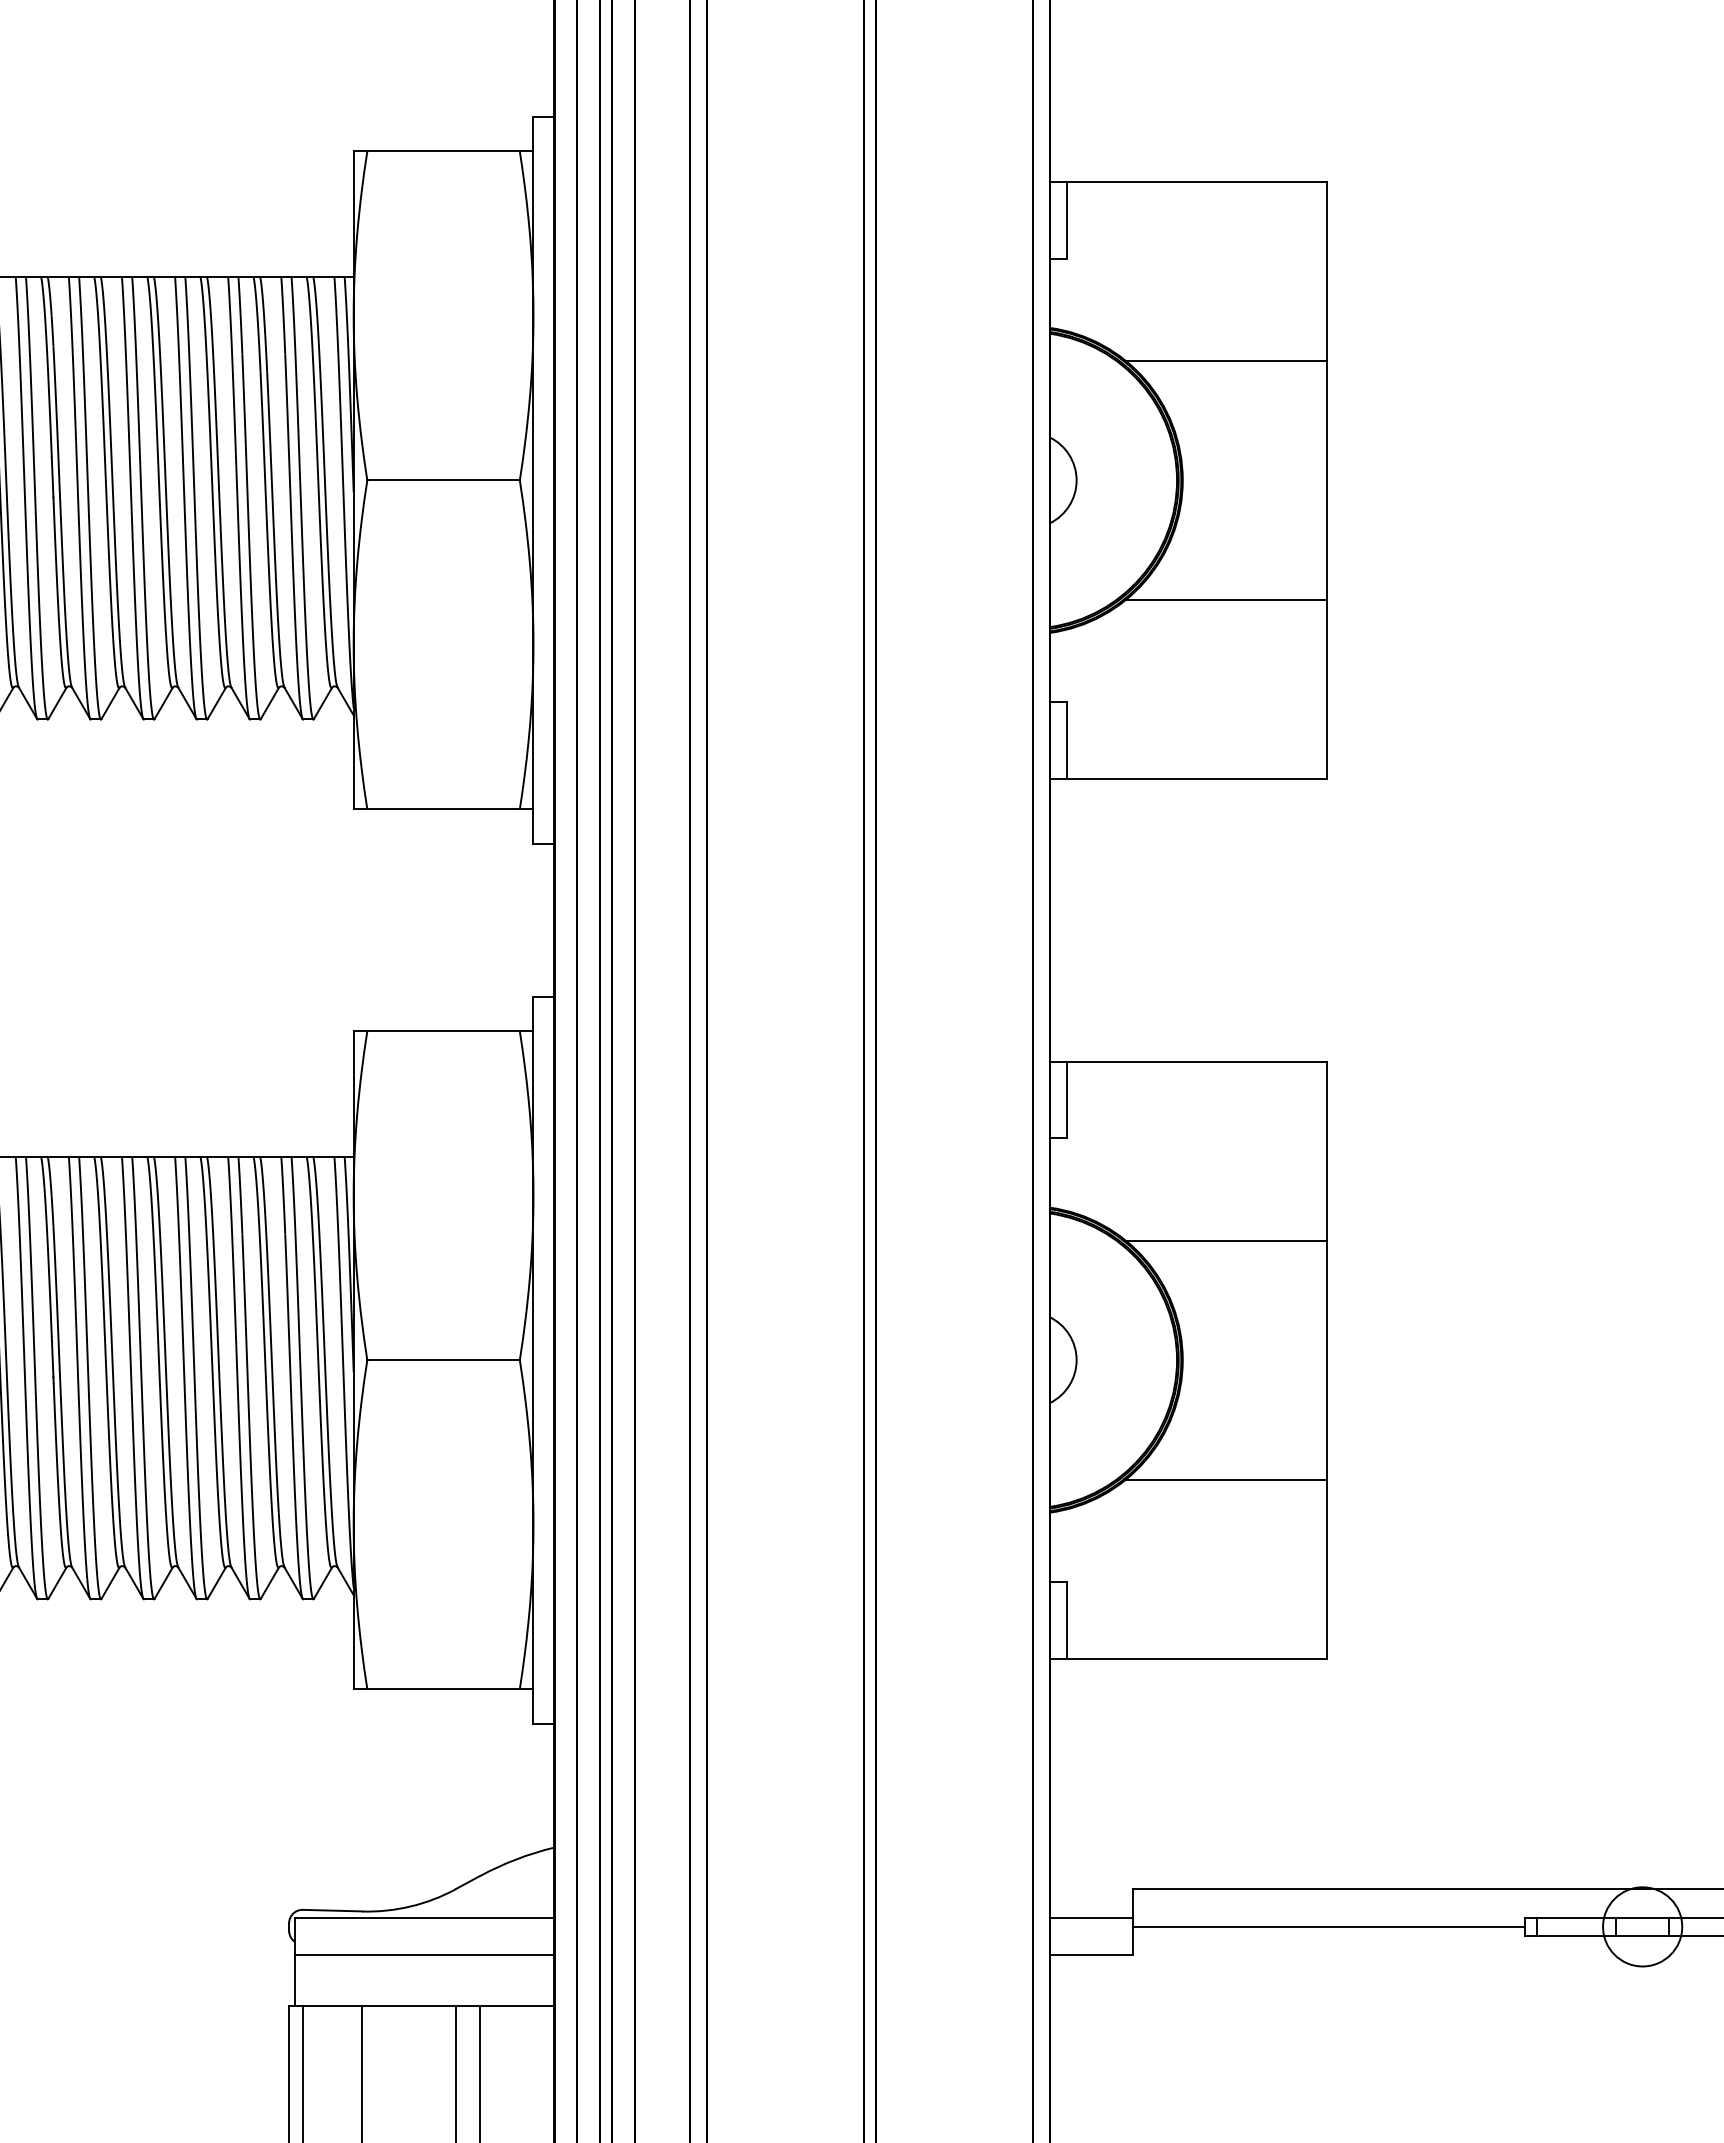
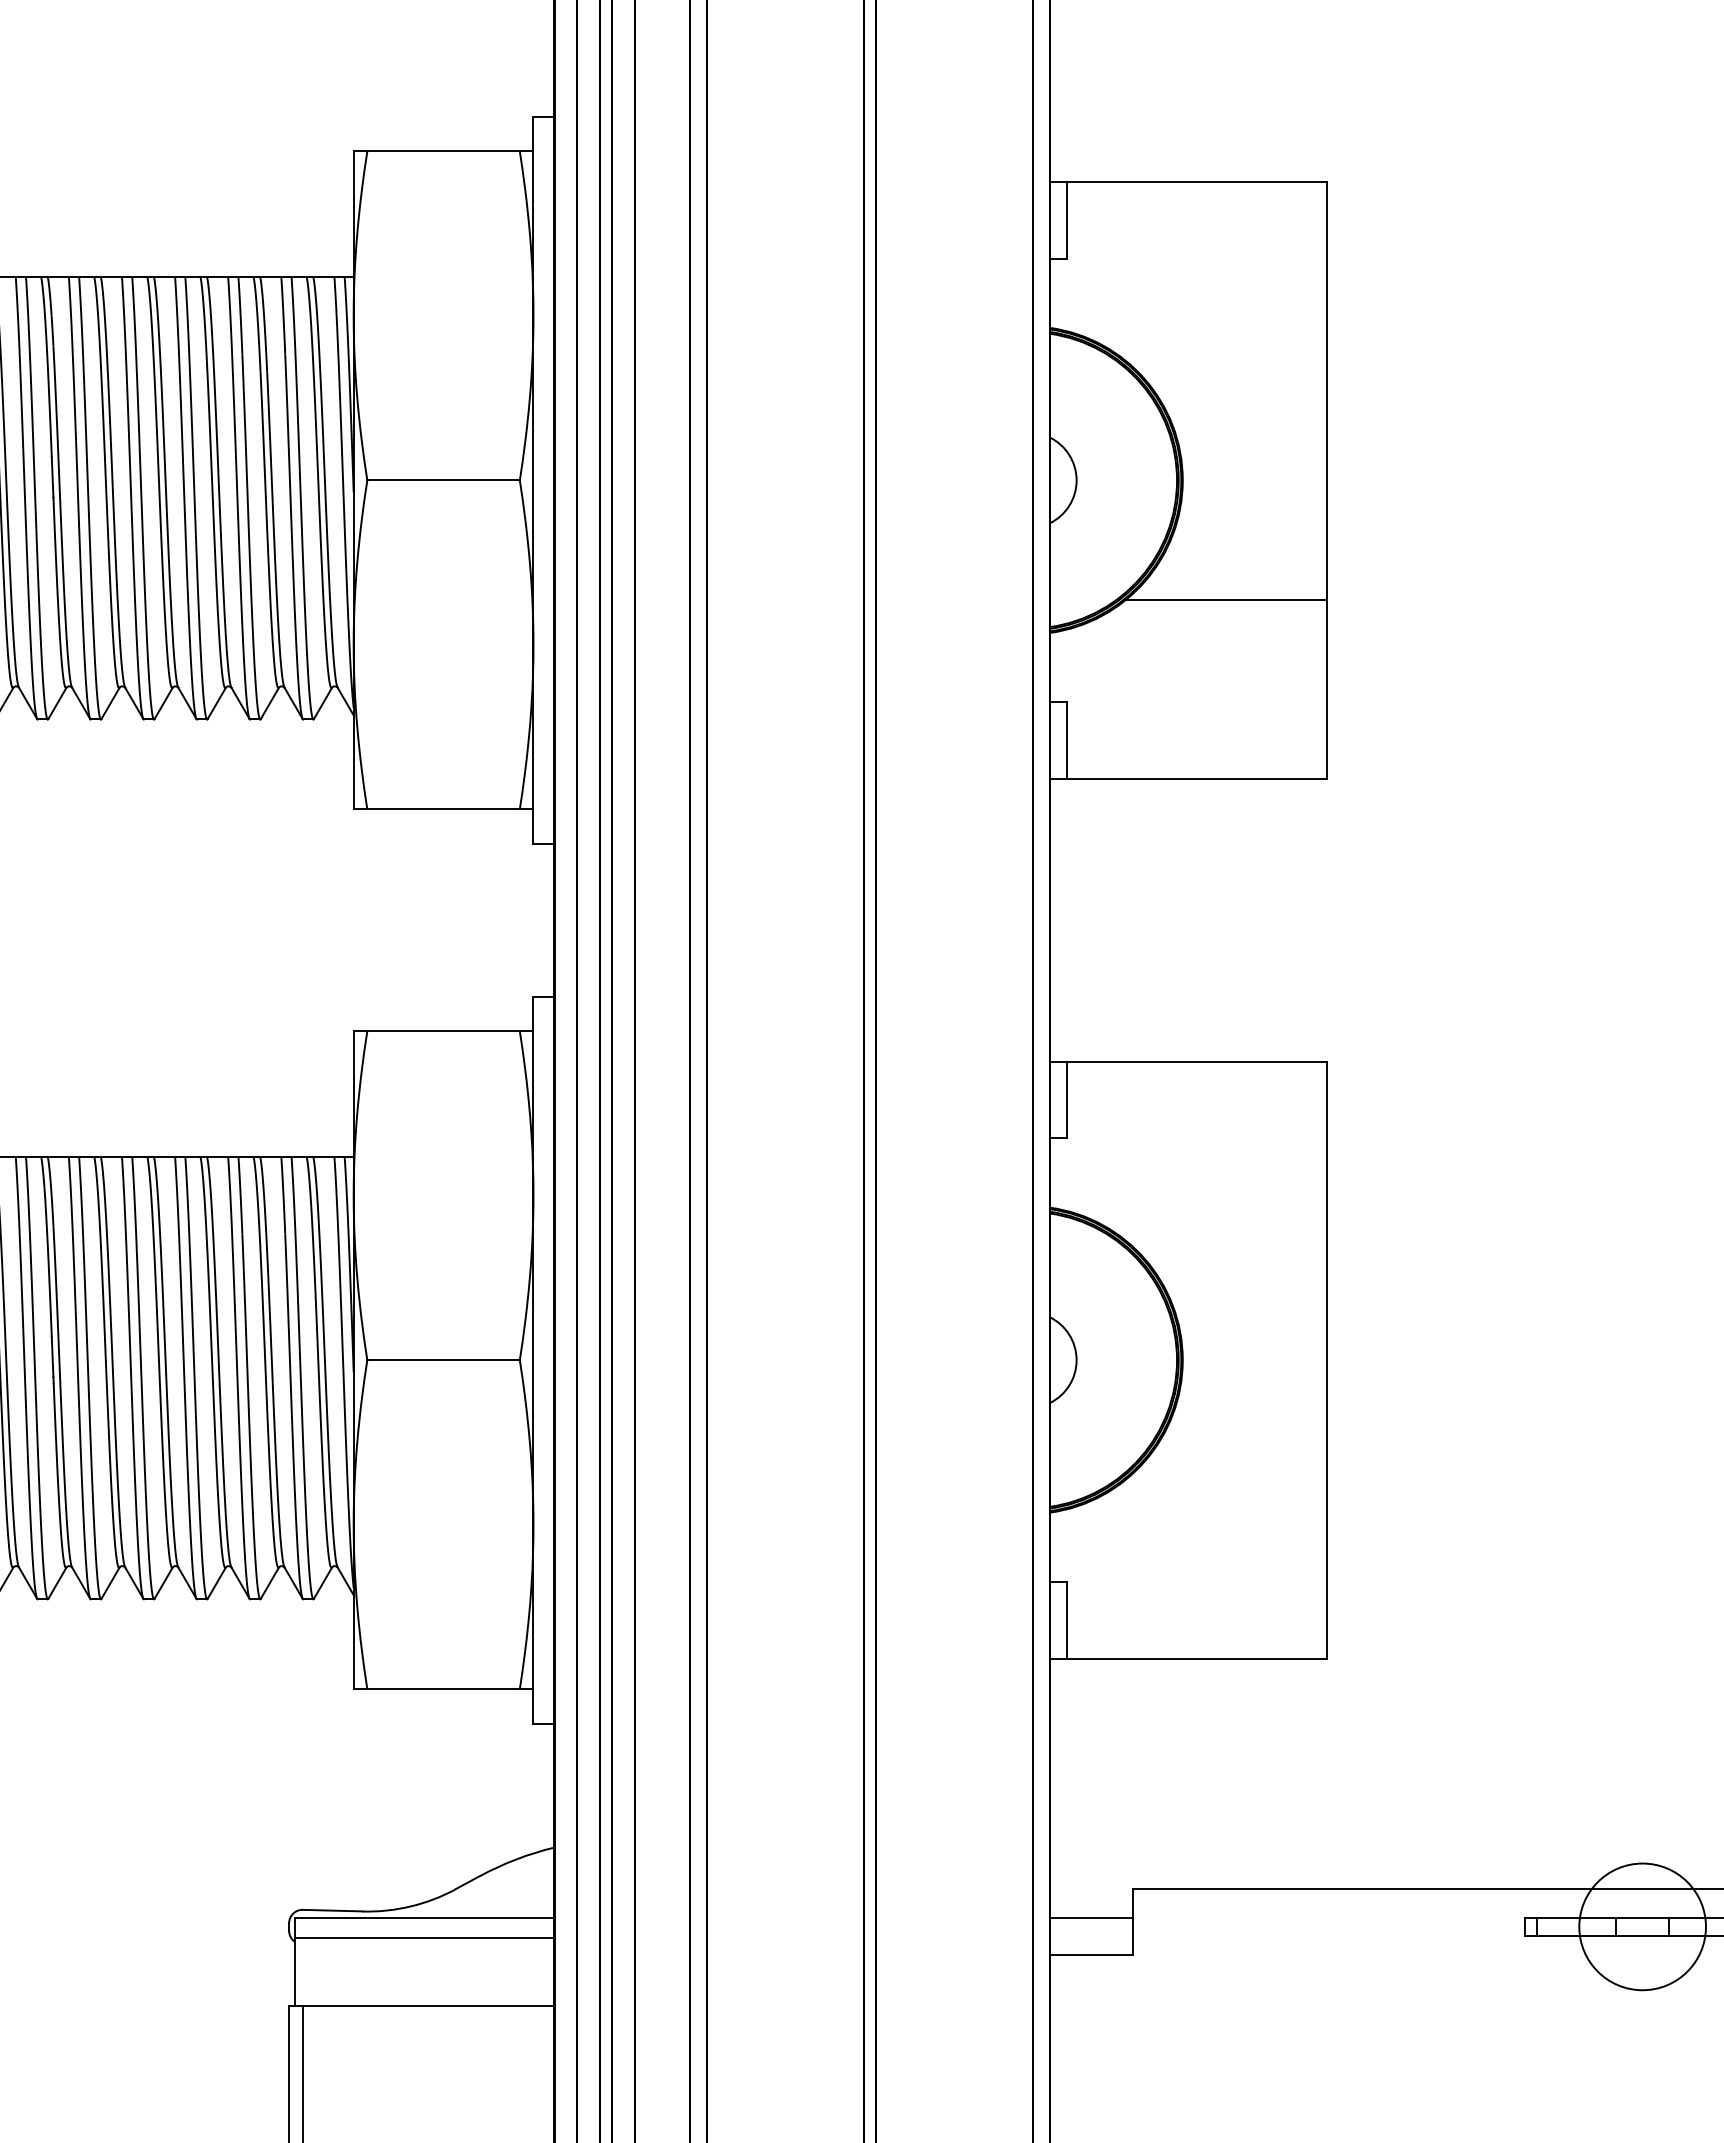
line at (1226, 360): present -> none
line at (1226, 1240): present -> none
line at (1226, 1479): present -> none
line at (1328, 1926): present -> none
circle at (1642, 1926) diameter: 79 px -> 127 px
line at (424, 1955) position: (424, 1955) -> (424, 1938)
line at (362, 2072): present -> none
line at (455, 2072): present -> none
line at (480, 2072): present -> none
